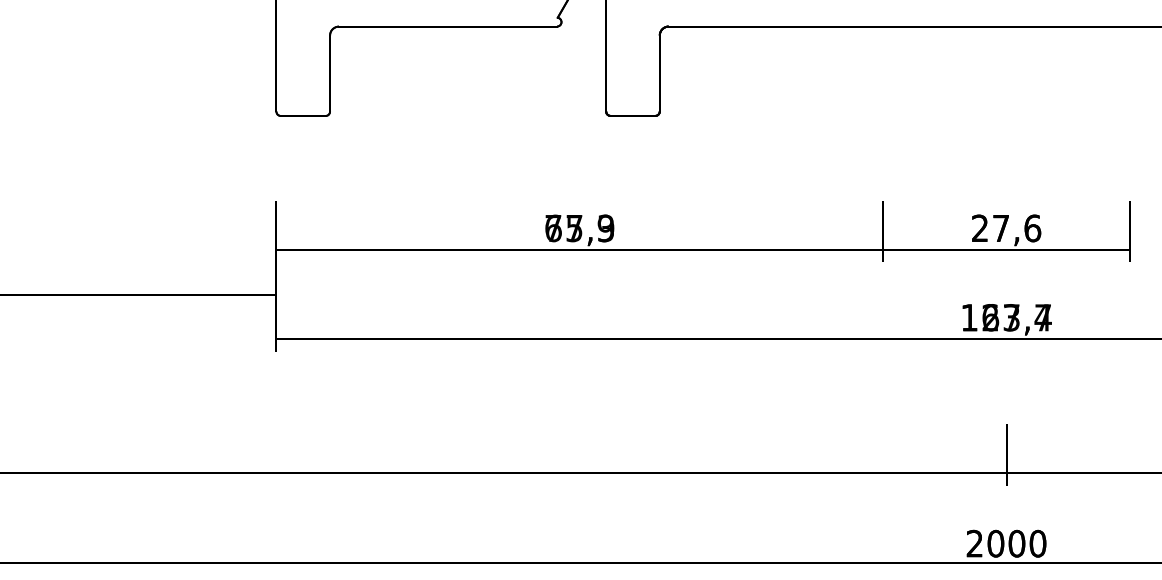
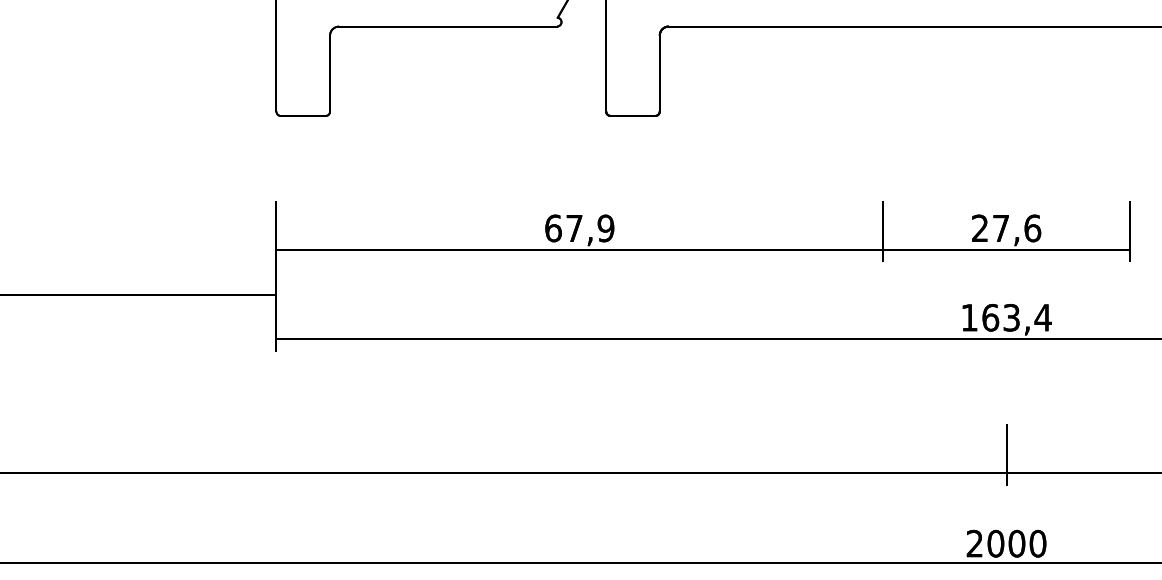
text at (579, 228): 75,3 -> 67,9
text at (1016, 317): 127,7 -> 163,4
